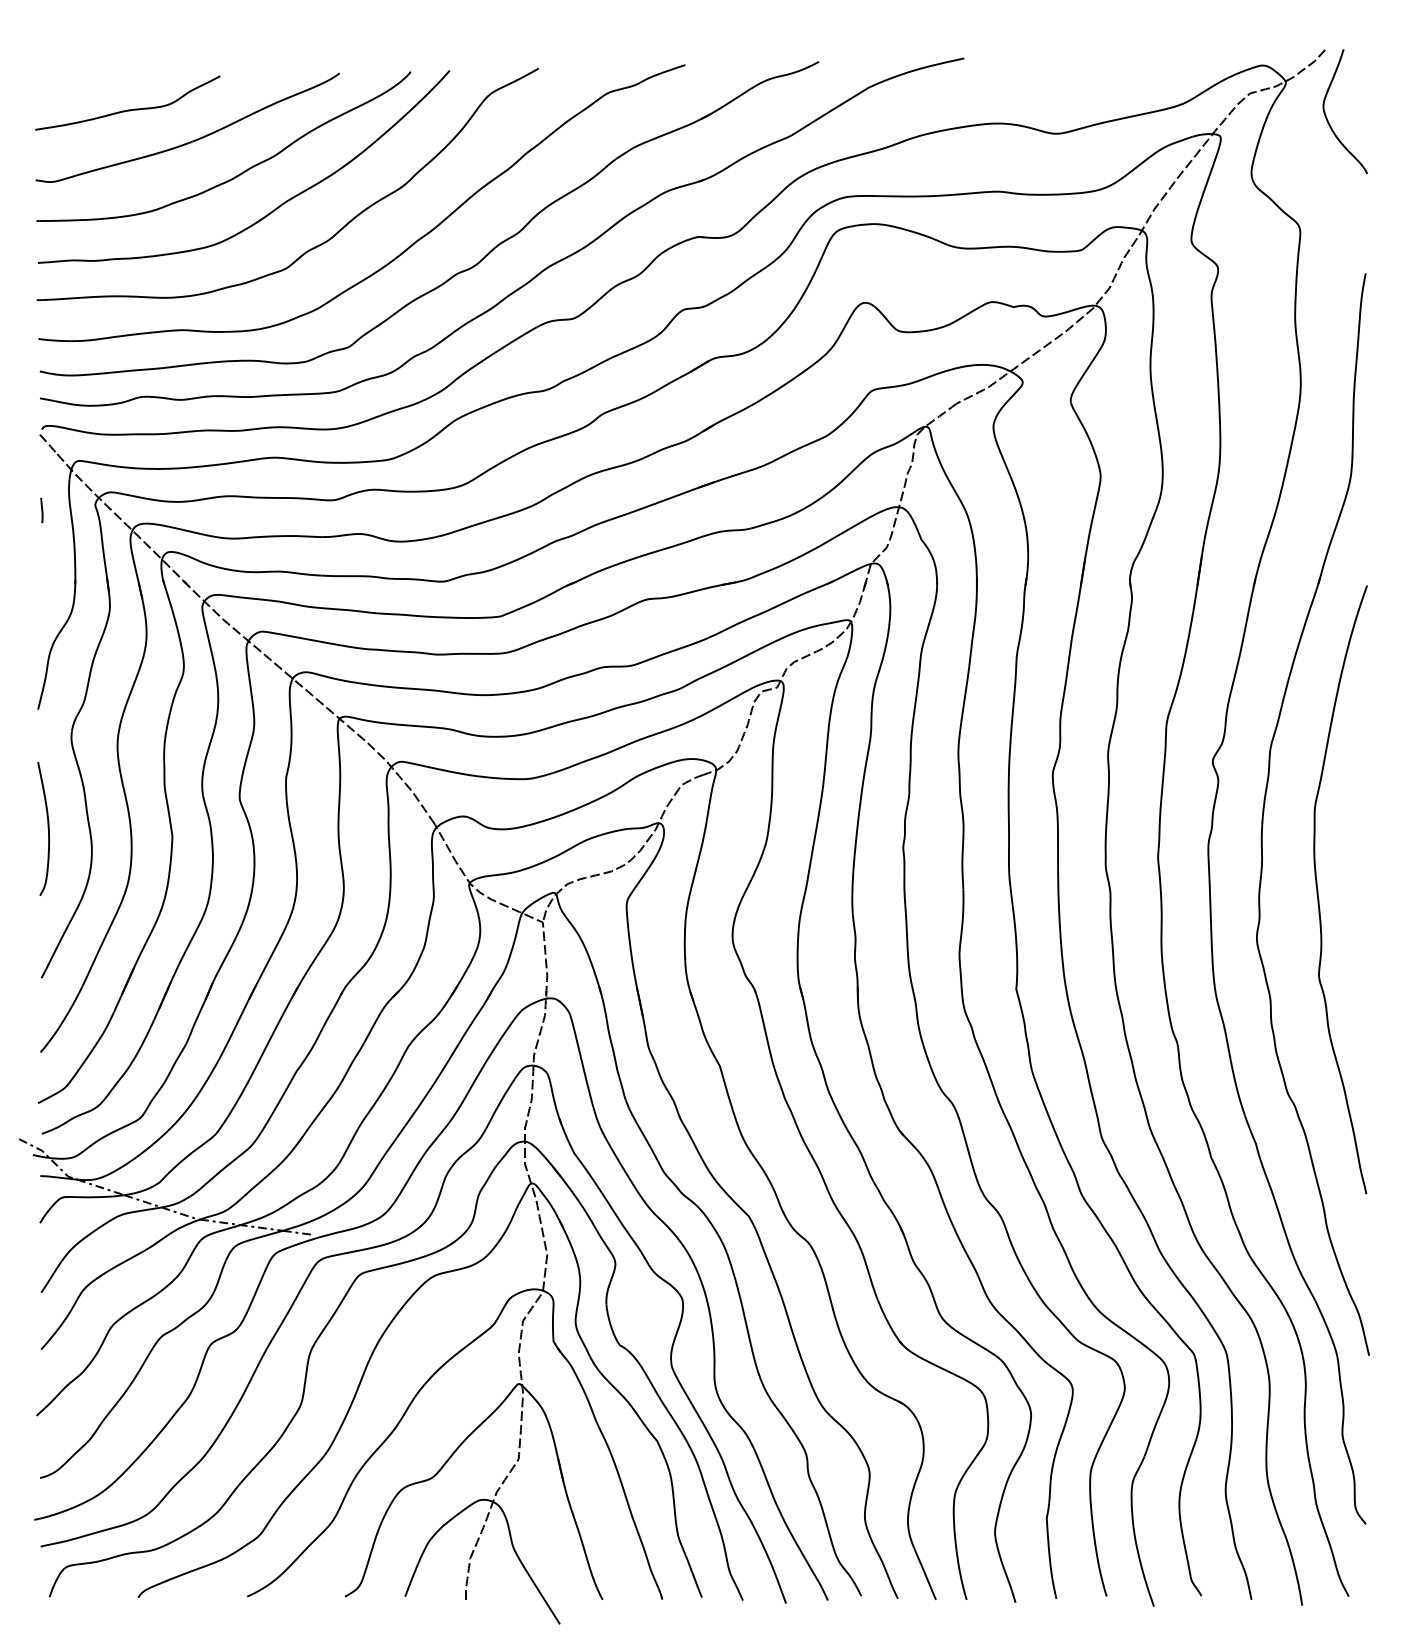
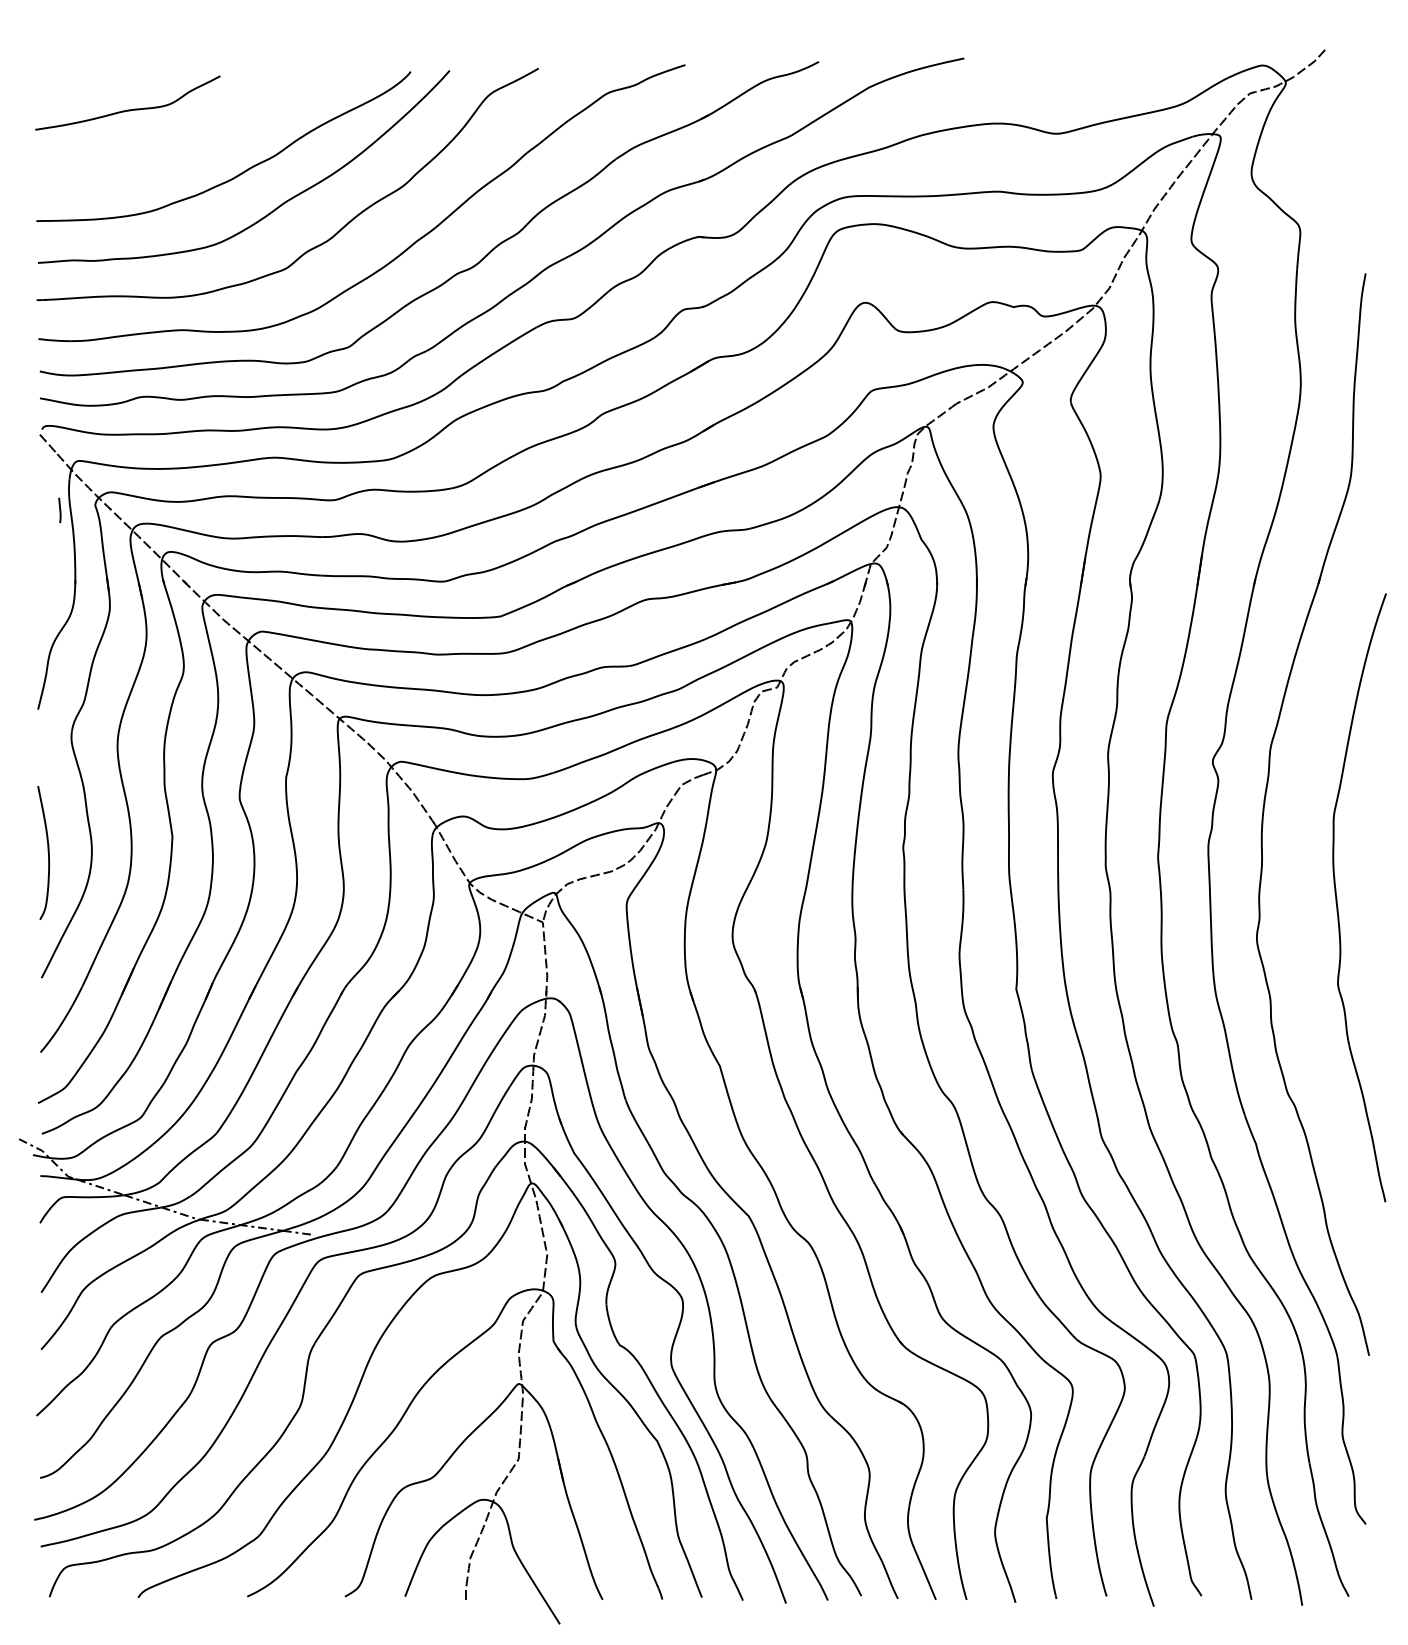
curve at (1327, 117): present -> none
part at (194, 139): present -> none
line at (41, 510) position: (41, 510) -> (59, 510)
curve at (47, 828) position: (47, 828) -> (47, 852)
part at (1318, 889) position: (1318, 889) -> (1337, 897)
